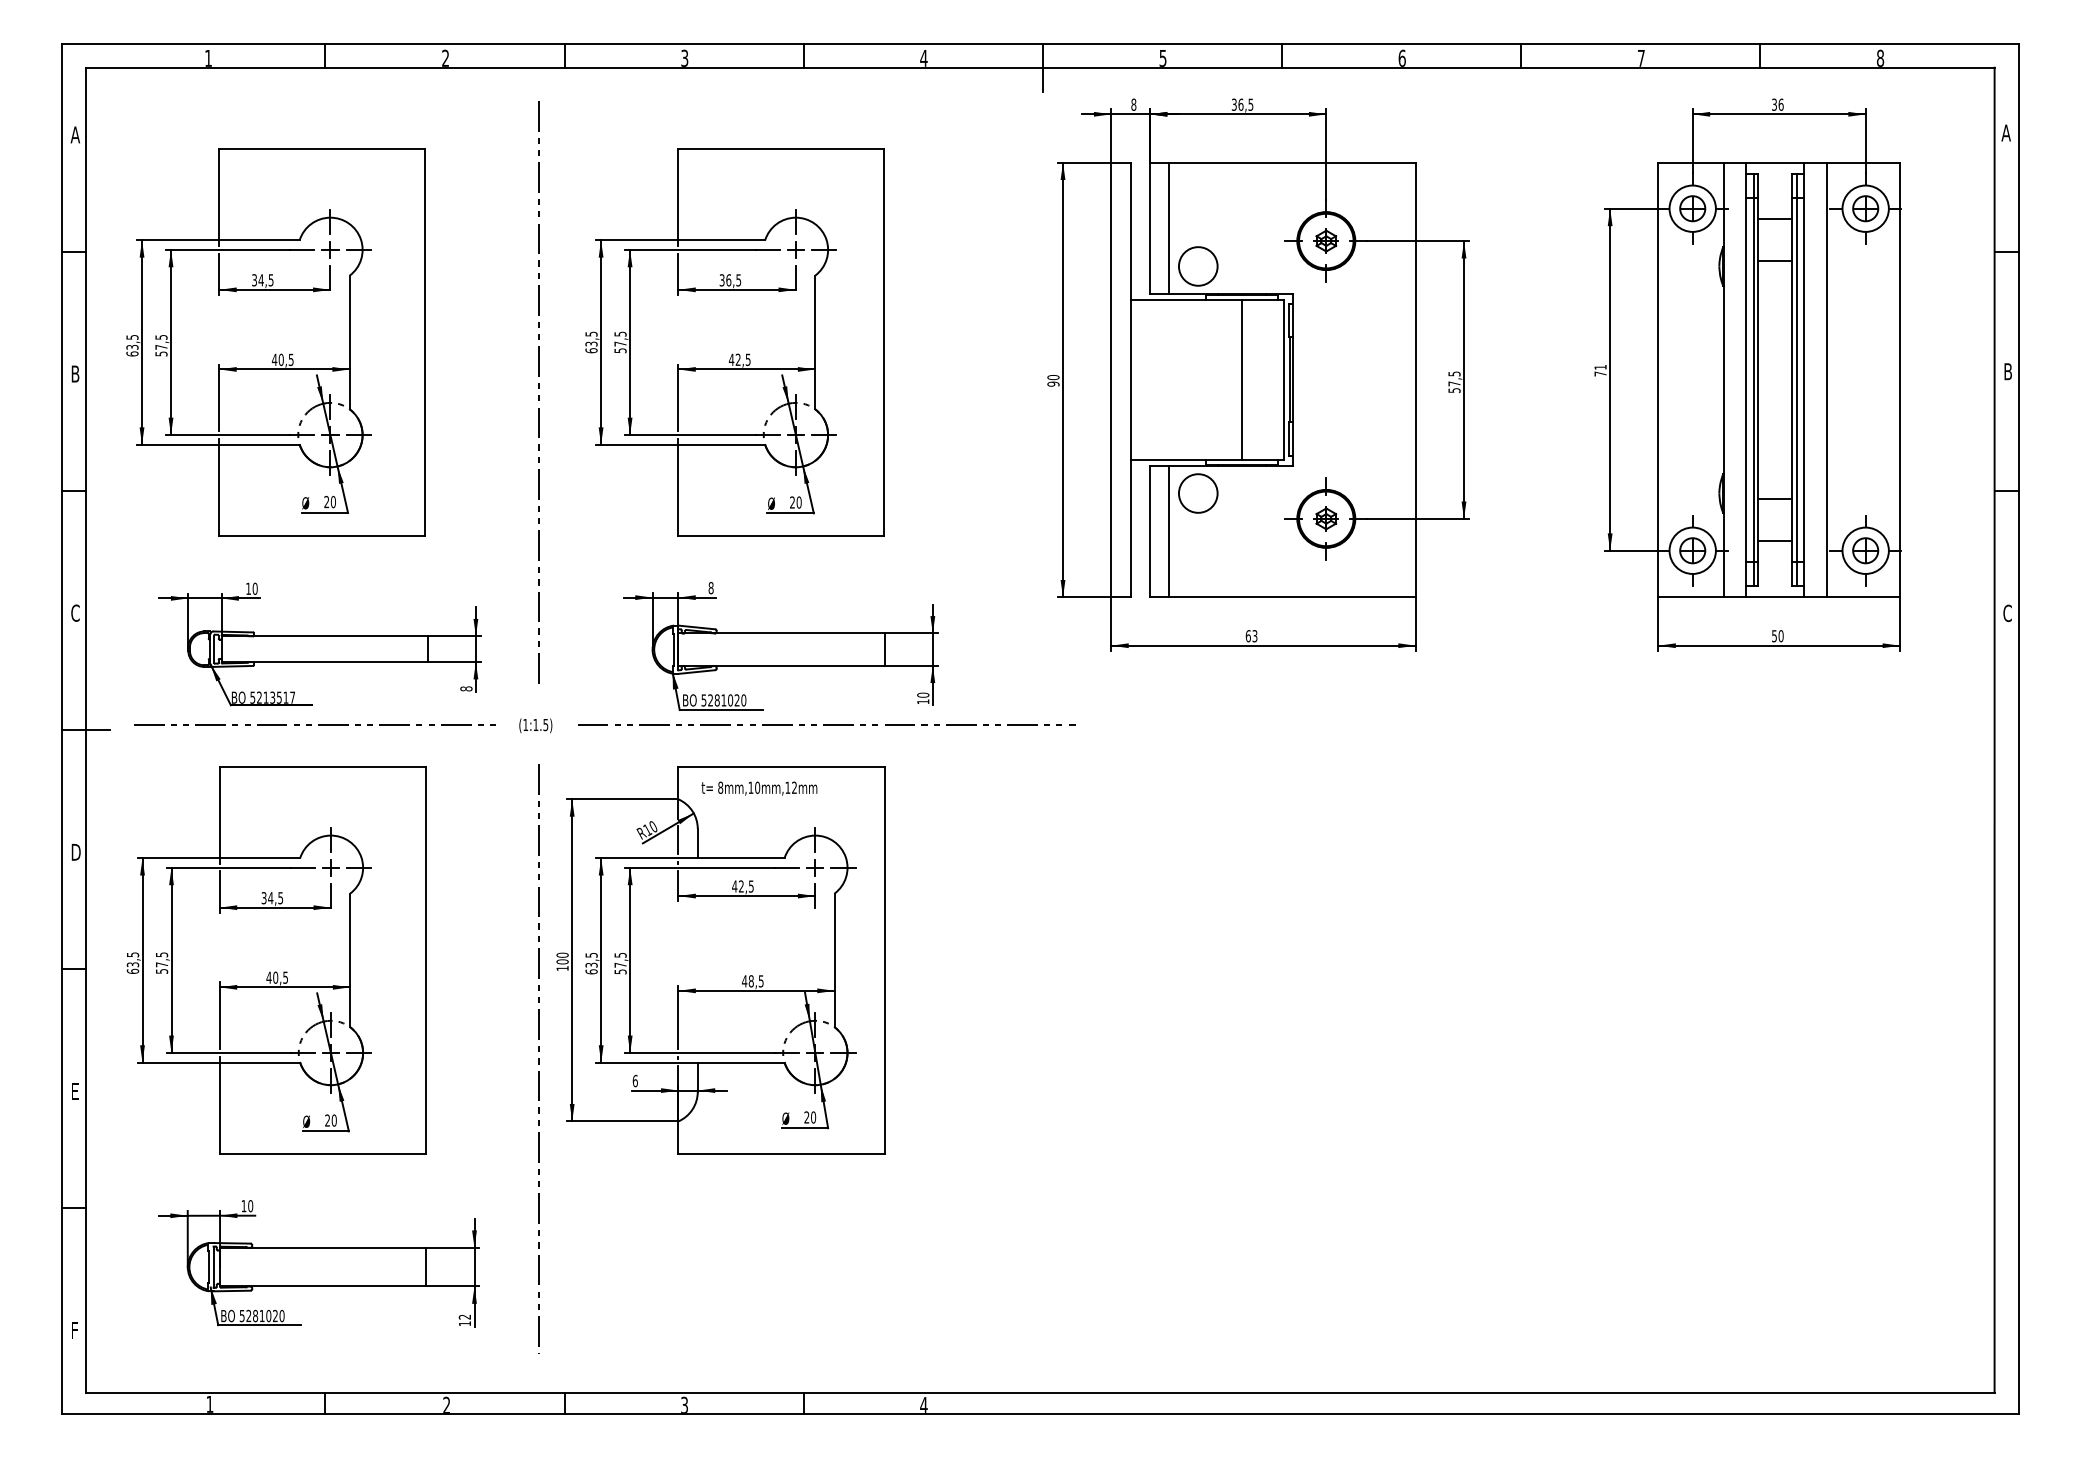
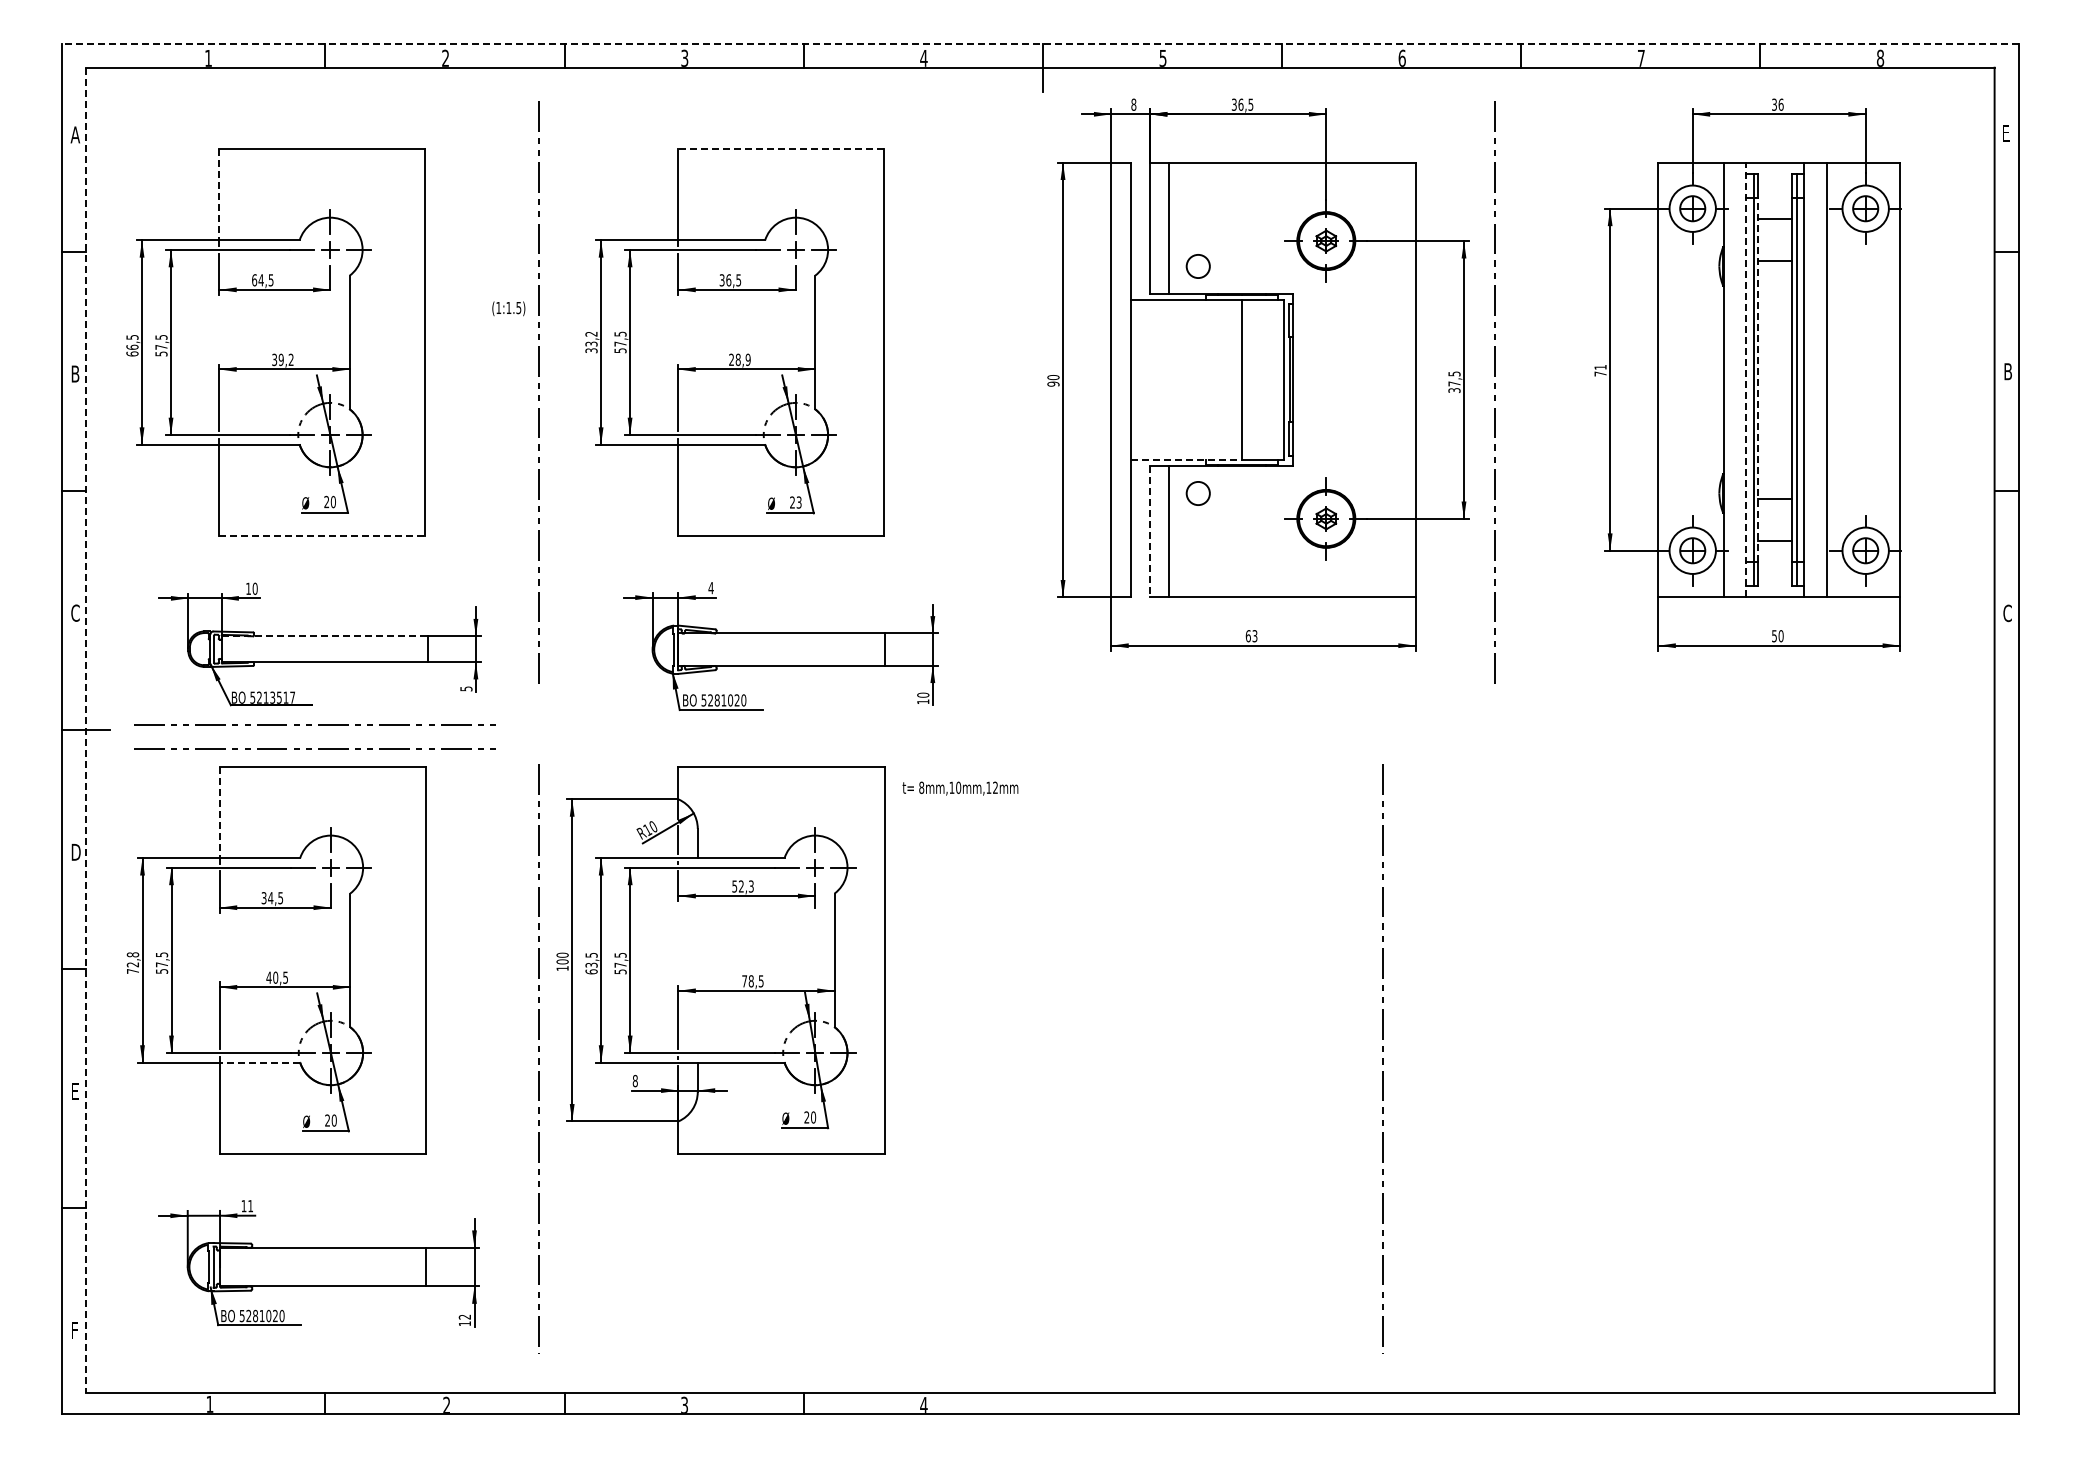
line at (1040, 43): solid -> dashed
text at (2005, 132): A -> E
line at (780, 149): solid -> dashed
line at (219, 195): solid -> dashed
circle at (1197, 266) diameter: 39 px -> 23 px
text at (254, 280): 34,5 -> 64,5
text at (591, 342): 63,5 -> 33,2
text at (132, 346): 63,5 -> 66,5
text at (282, 359): 40,5 -> 39,2
text at (739, 359): 42,5 -> 28,9
line at (1746, 379): solid -> dashed
line at (1758, 379): solid -> dashed
text at (1453, 390): 57,5 -> 37,5
line at (1494, 395): none -> present
line at (1186, 459): solid -> dashed
circle at (1197, 493) diameter: 39 px -> 23 px
text at (798, 502): 20 -> 23
line at (1149, 531): solid -> dashed
line at (322, 535): solid -> dashed
text at (710, 588): 8 -> 4
line at (325, 636): solid -> dashed
text at (466, 688): 8 -> 5
line at (826, 724): present -> none
text at (535, 725) position: (535, 725) -> (508, 308)
line at (86, 730): solid -> dashed
line at (311, 748): none -> present
text at (759, 788) position: (759, 788) -> (960, 788)
line at (219, 813): solid -> dashed
text at (742, 886): 42,5 -> 52,3
text at (132, 962): 63,5 -> 72,8
text at (744, 981): 48,5 -> 78,5
line at (1382, 1058): none -> present
line at (259, 1062): solid -> dashed
text at (634, 1080): 6 -> 8
text at (250, 1206): 10 -> 11
